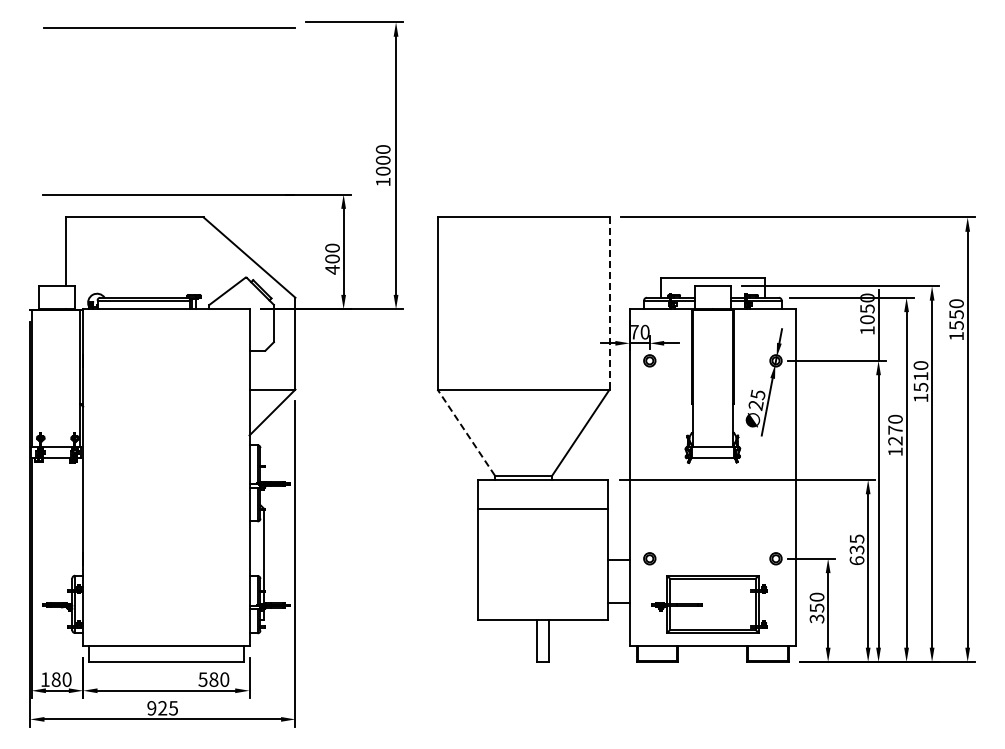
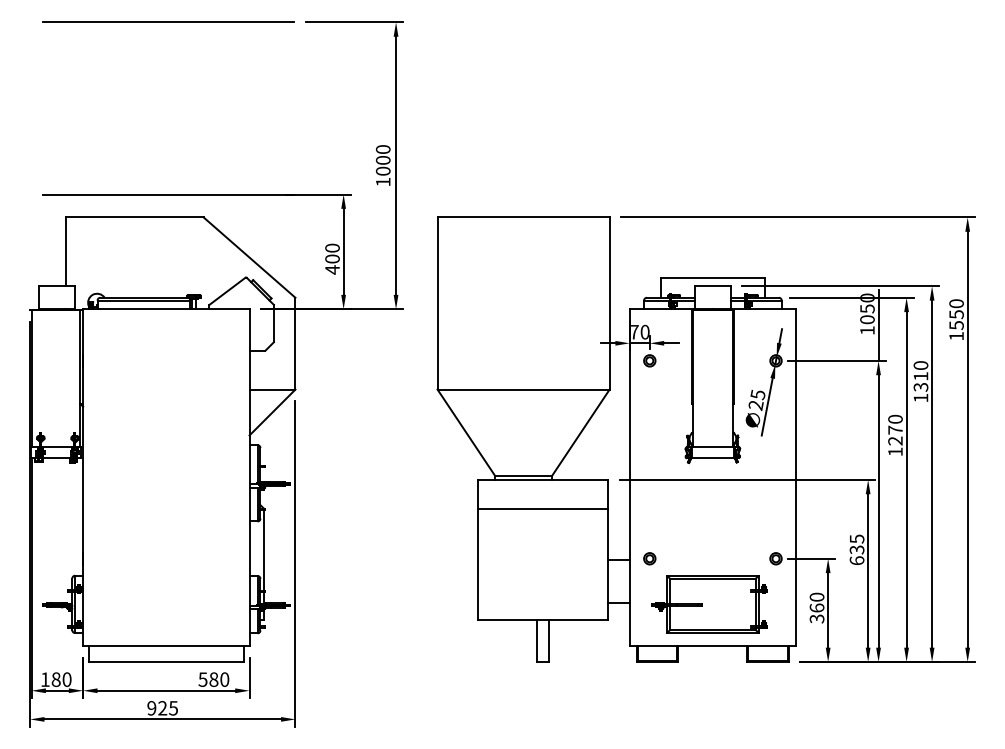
line at (169, 27) position: (169, 27) -> (168, 21)
line at (609, 304): dashed -> solid
text at (920, 386): 1510 -> 1310
line at (466, 432): dashed -> solid
text at (816, 607): 350 -> 360
